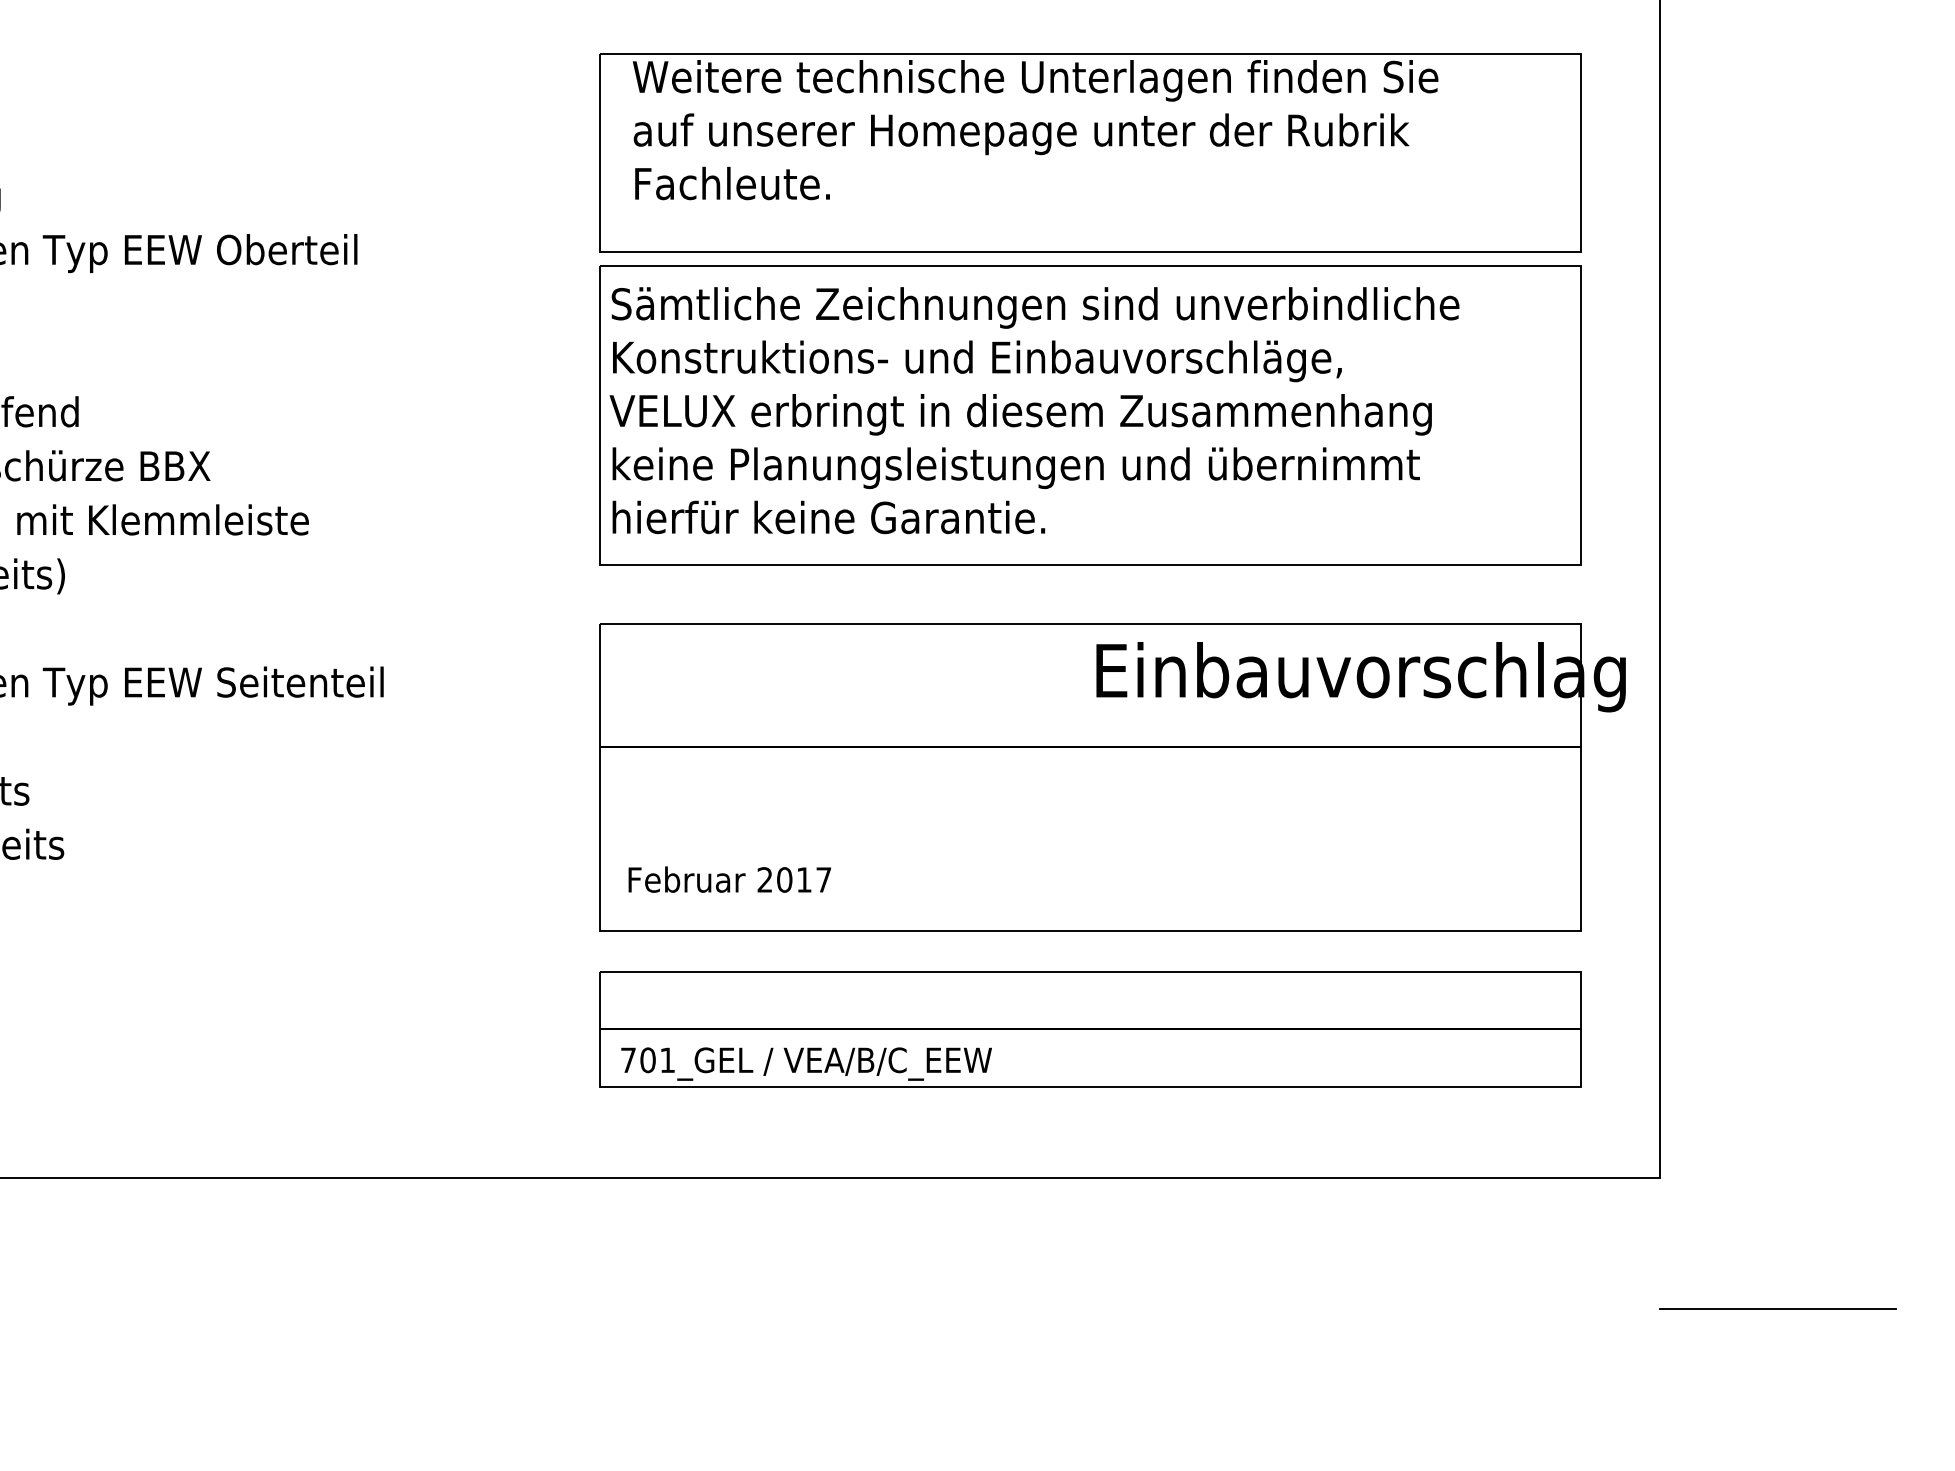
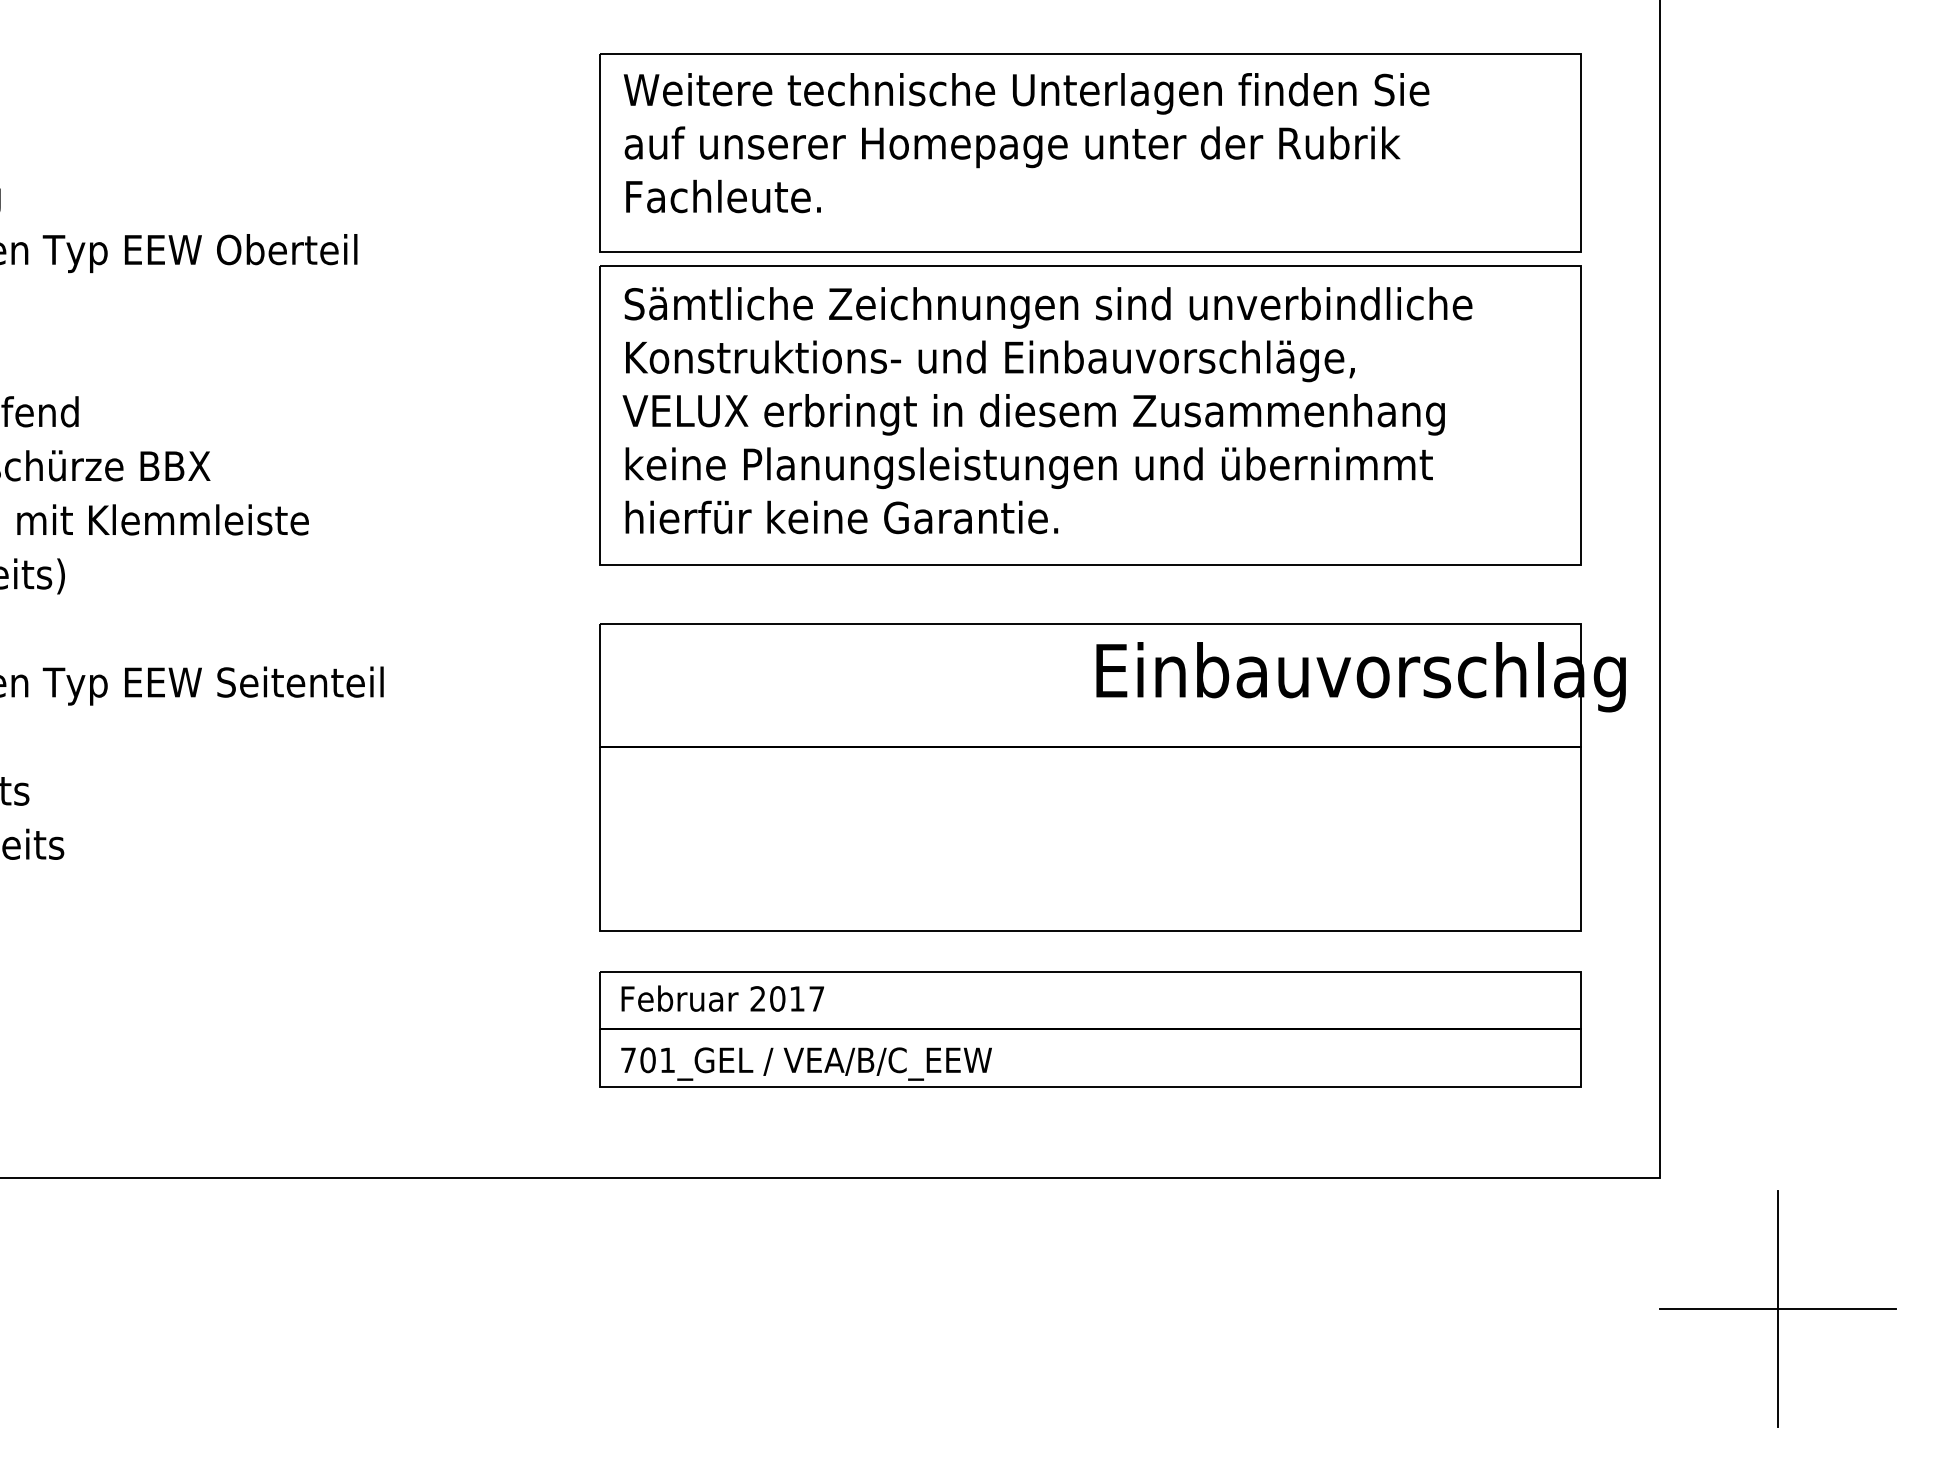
text at (1035, 130) position: (1035, 130) -> (1026, 143)
text at (1034, 410) position: (1034, 410) -> (1047, 410)
text at (729, 879) position: (729, 879) -> (722, 998)
line at (1778, 1309): none -> present
